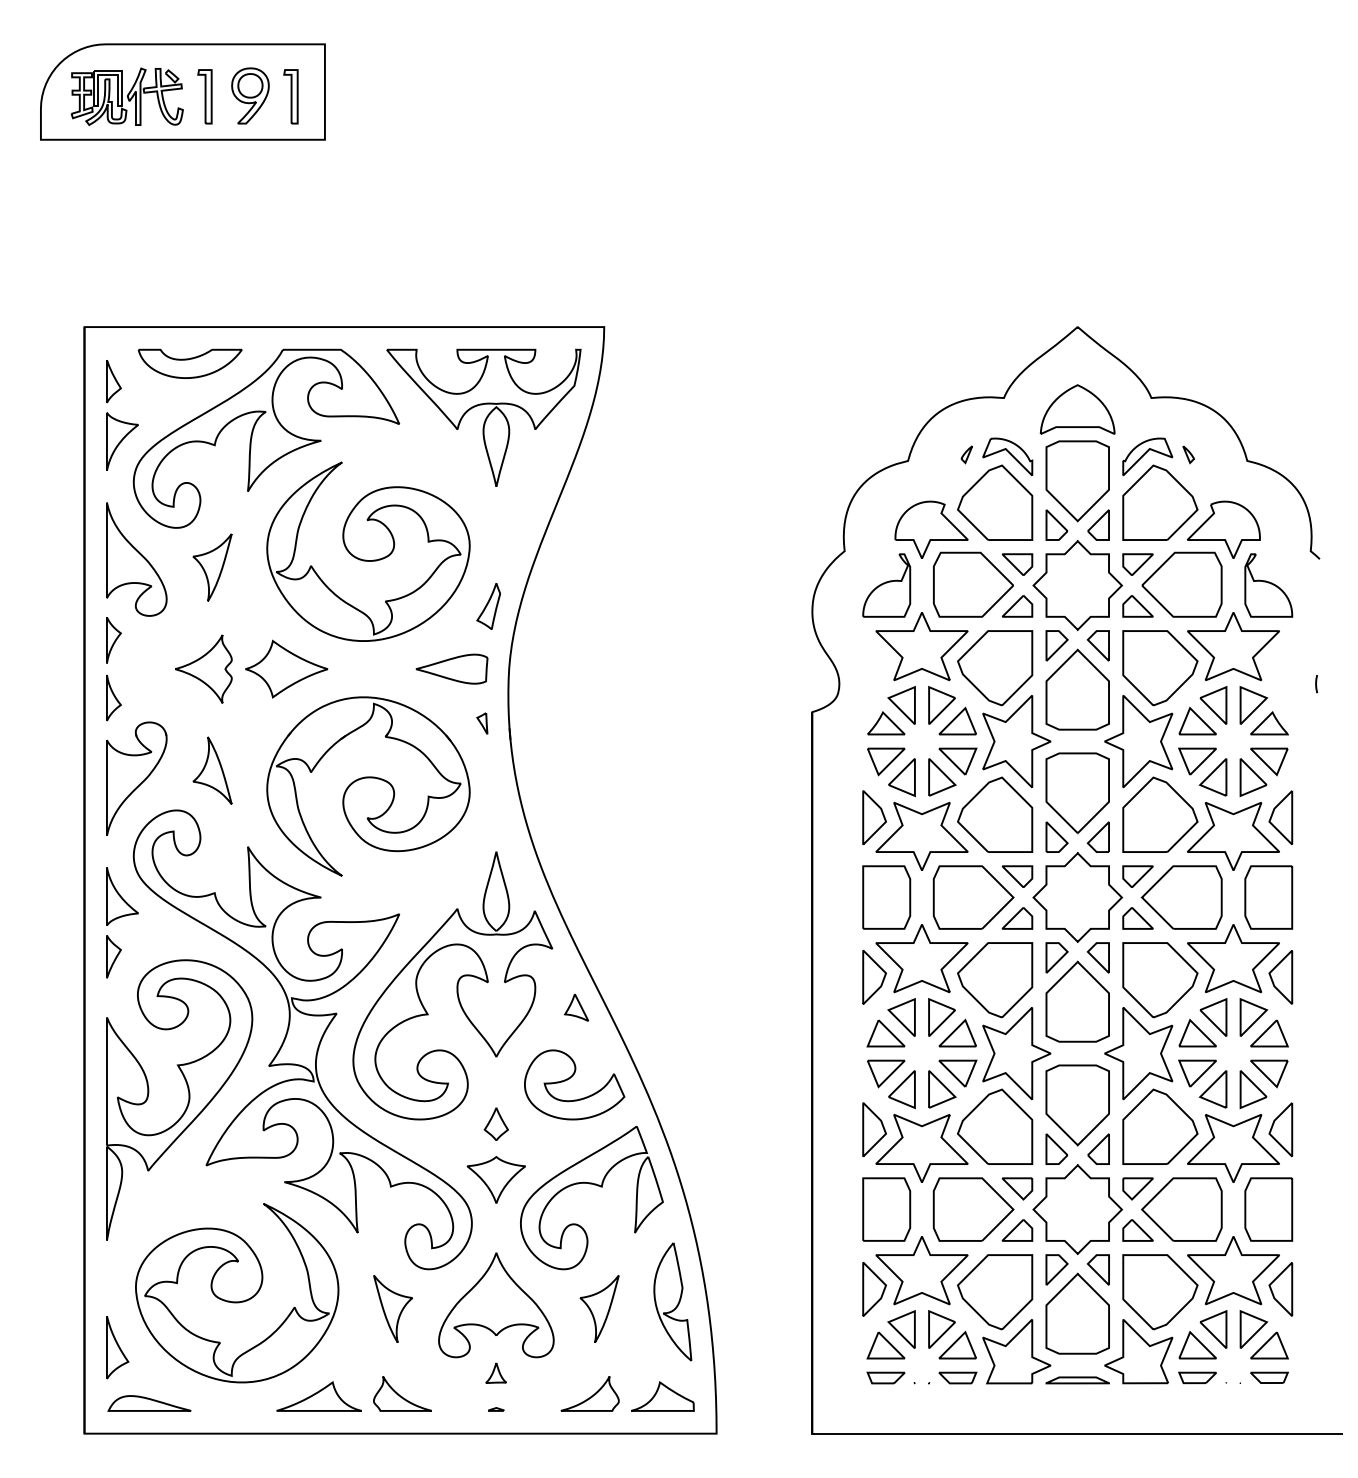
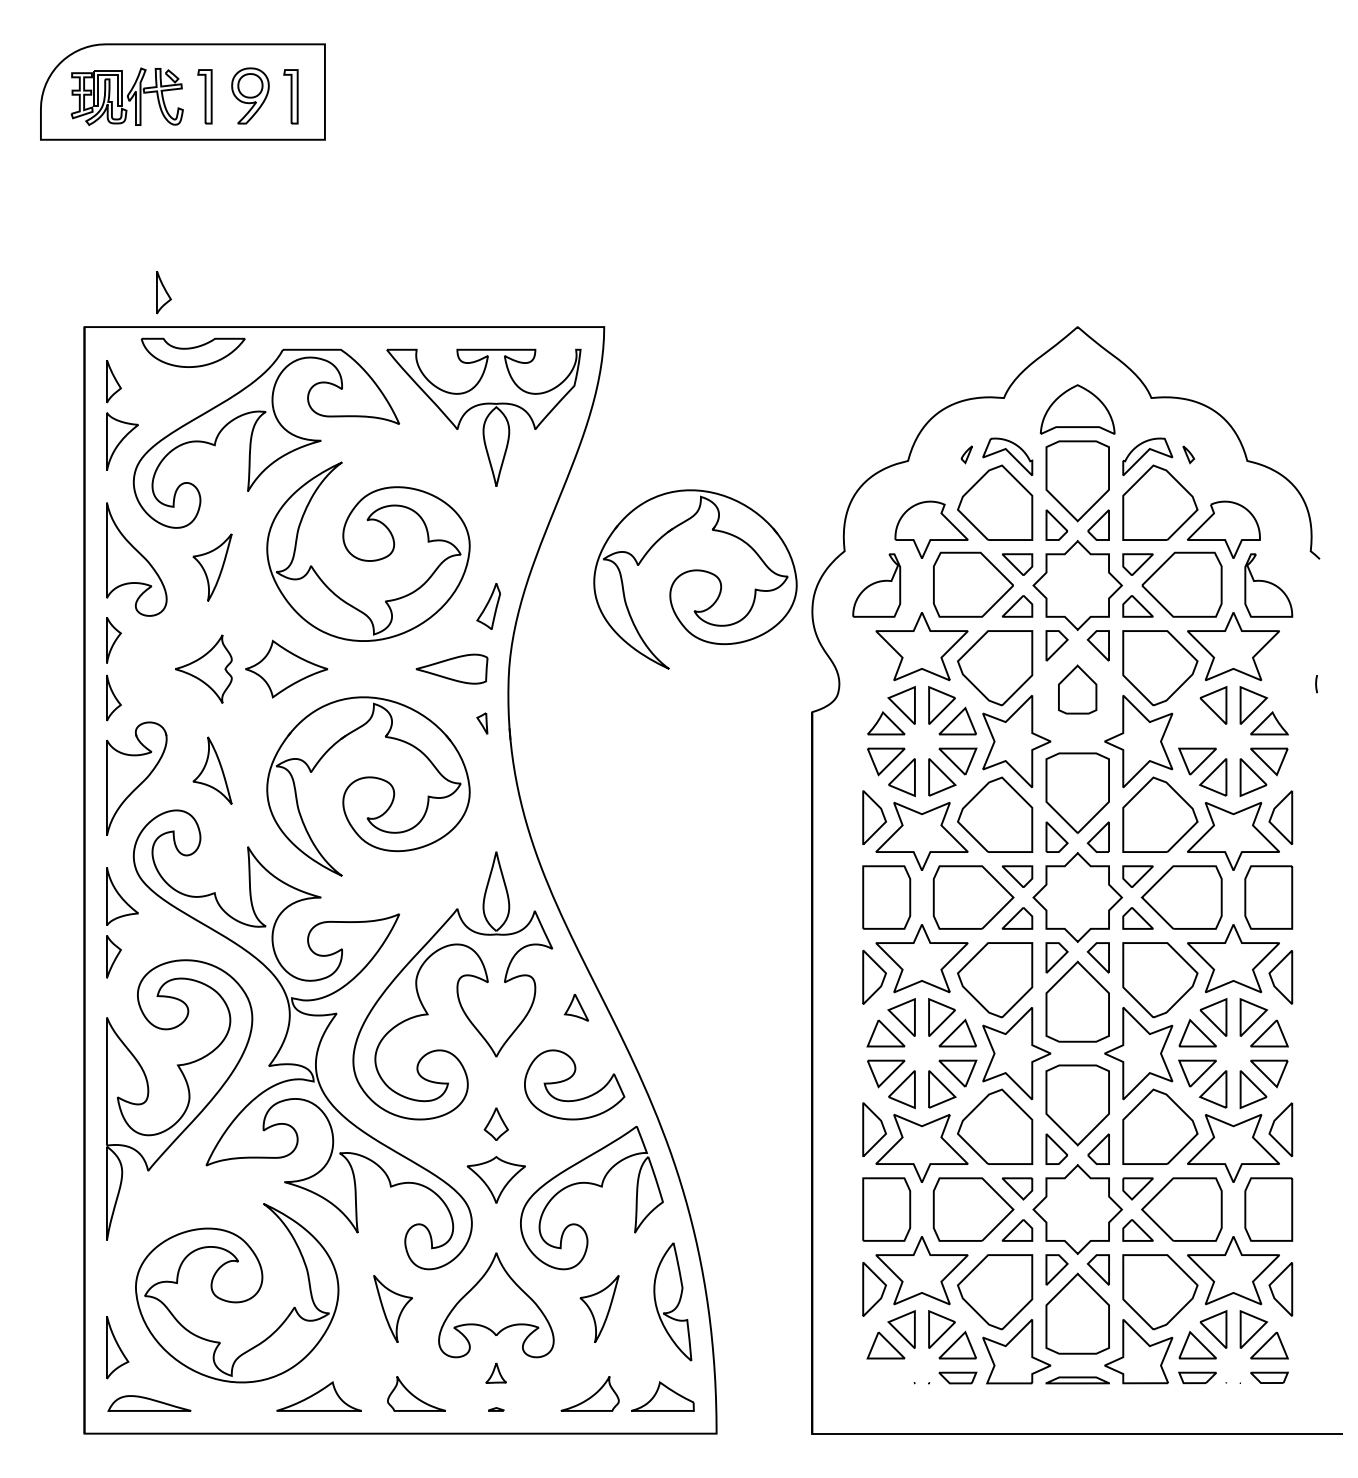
part at (163, 292): none -> present
part at (189, 363) position: (189, 363) -> (192, 352)
part at (695, 579): none -> present
part at (886, 585) position: (886, 585) -> (876, 585)
part at (1077, 689) size: 65x83 px -> 40x51 px
part at (1197, 720): present -> none
part at (885, 1377): present -> none
part at (402, 1393) position: (402, 1393) -> (416, 1393)
